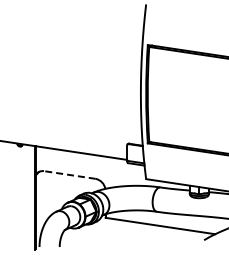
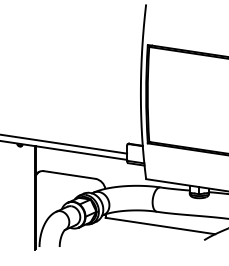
line at (64, 143): none -> present
line at (69, 174): dashed -> solid
